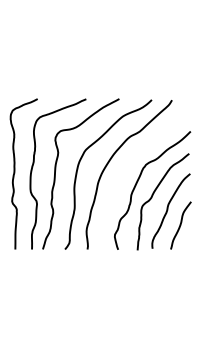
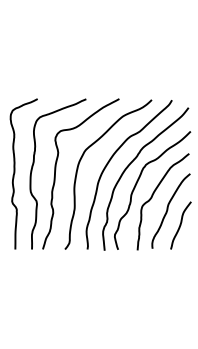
curve at (129, 166): none -> present
